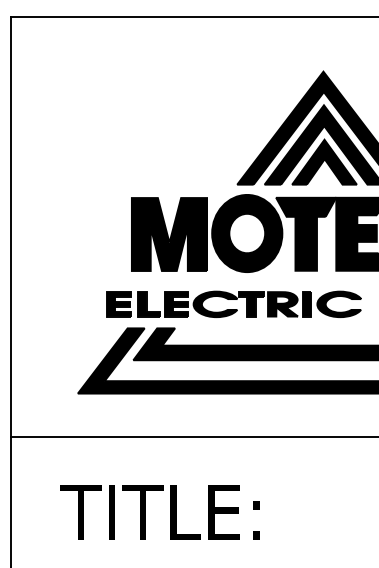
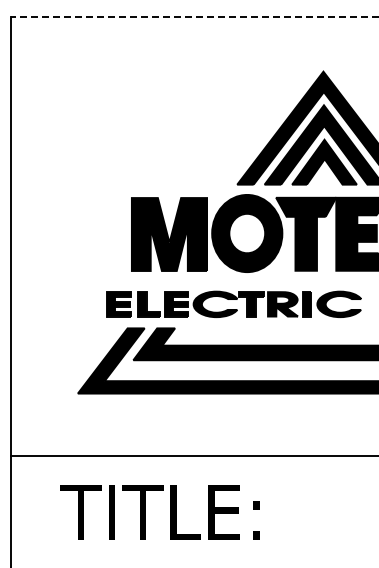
line at (194, 17): solid -> dashed
line at (193, 436) position: (193, 436) -> (193, 455)
